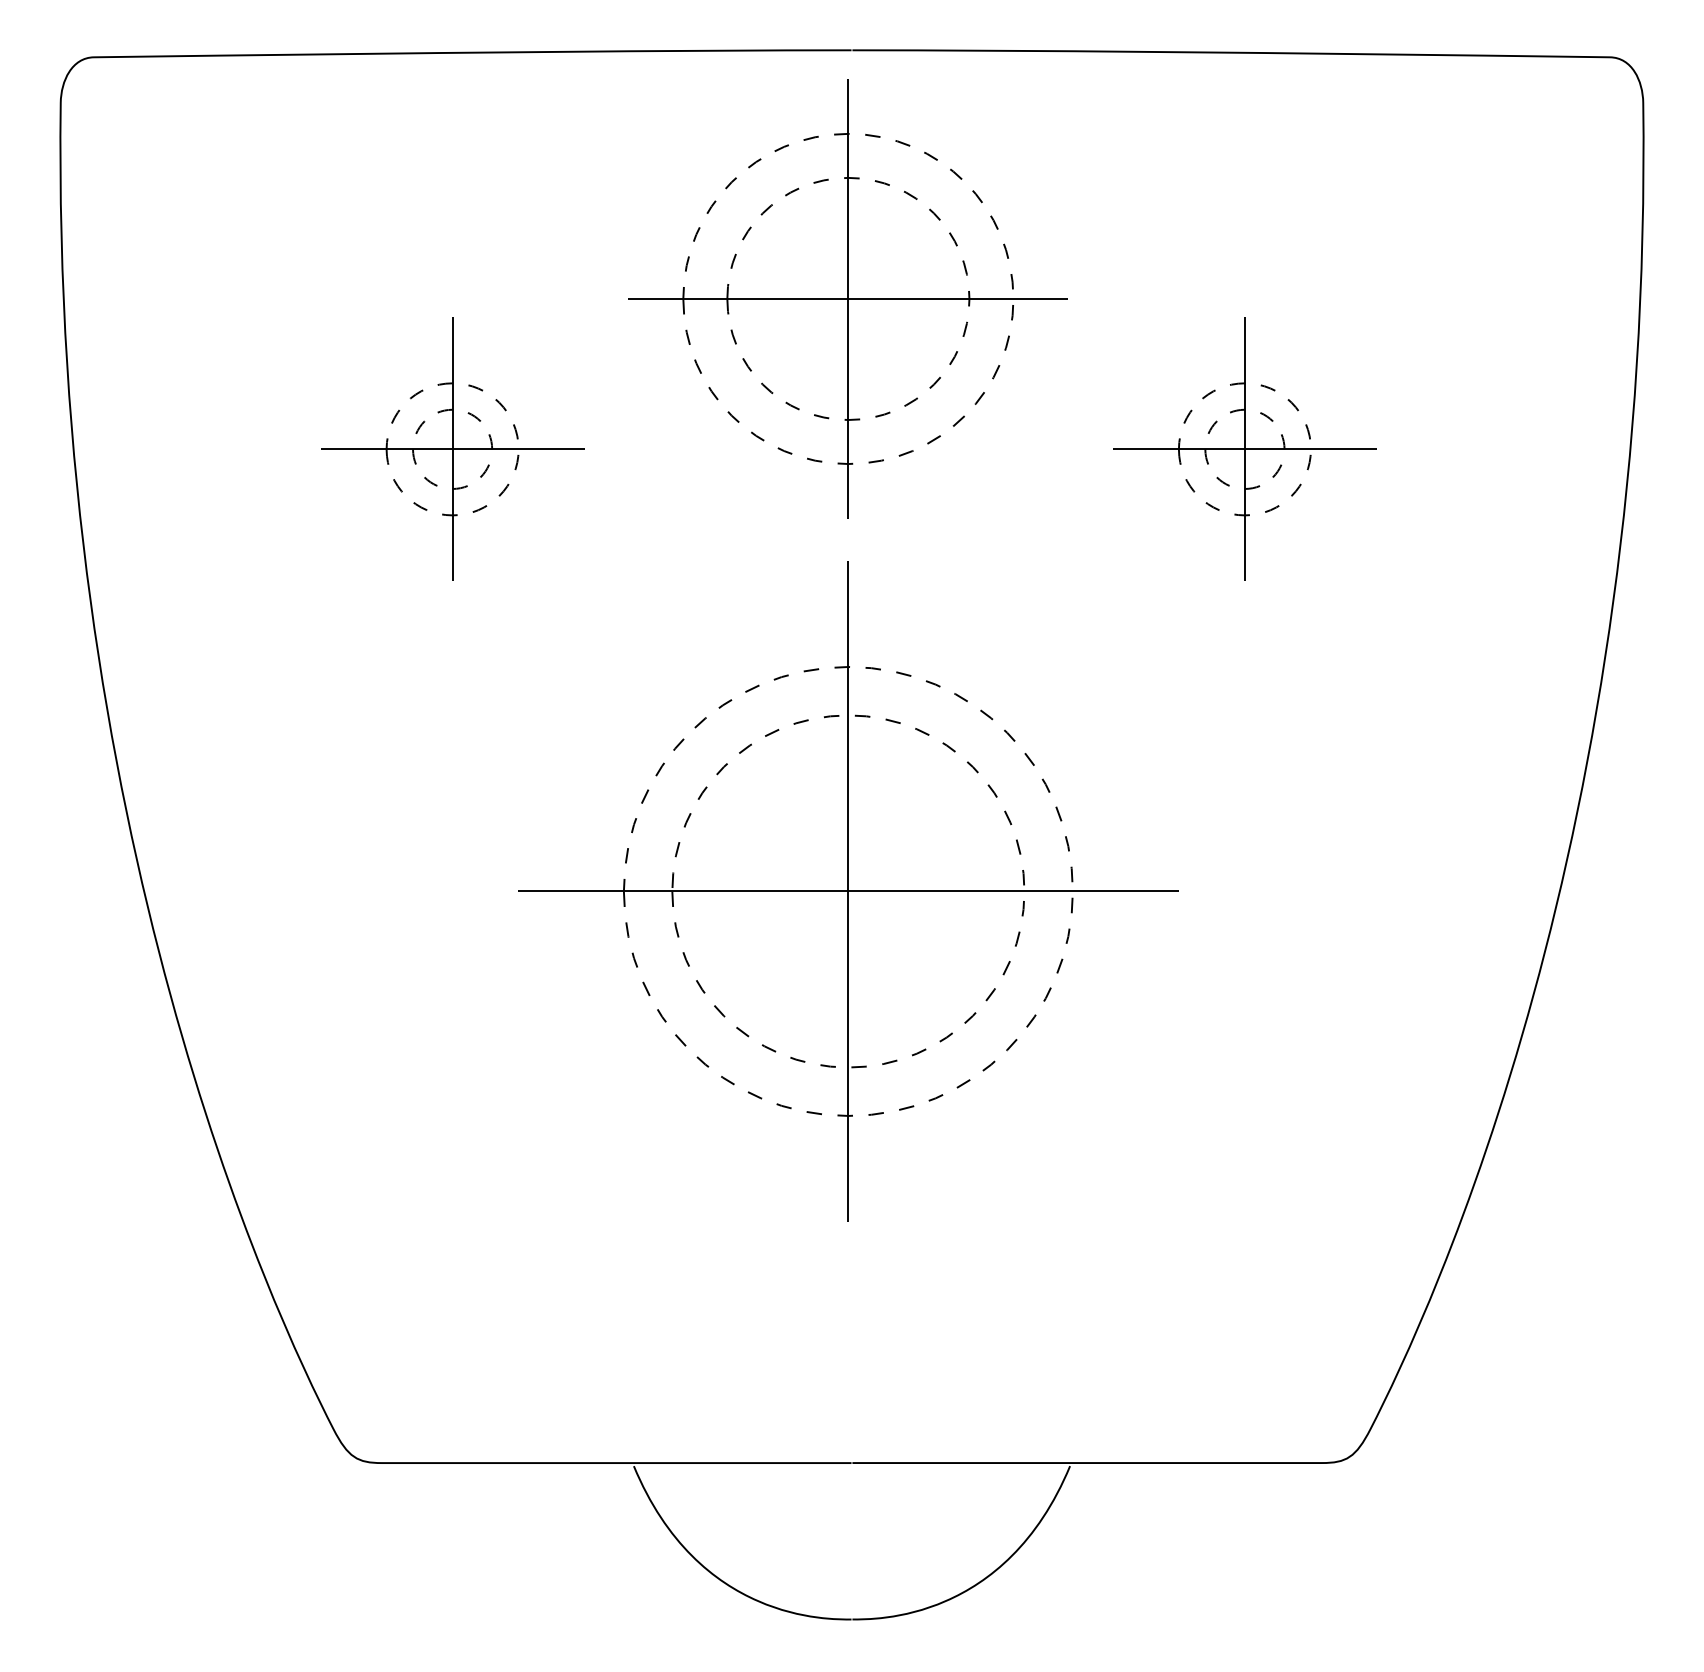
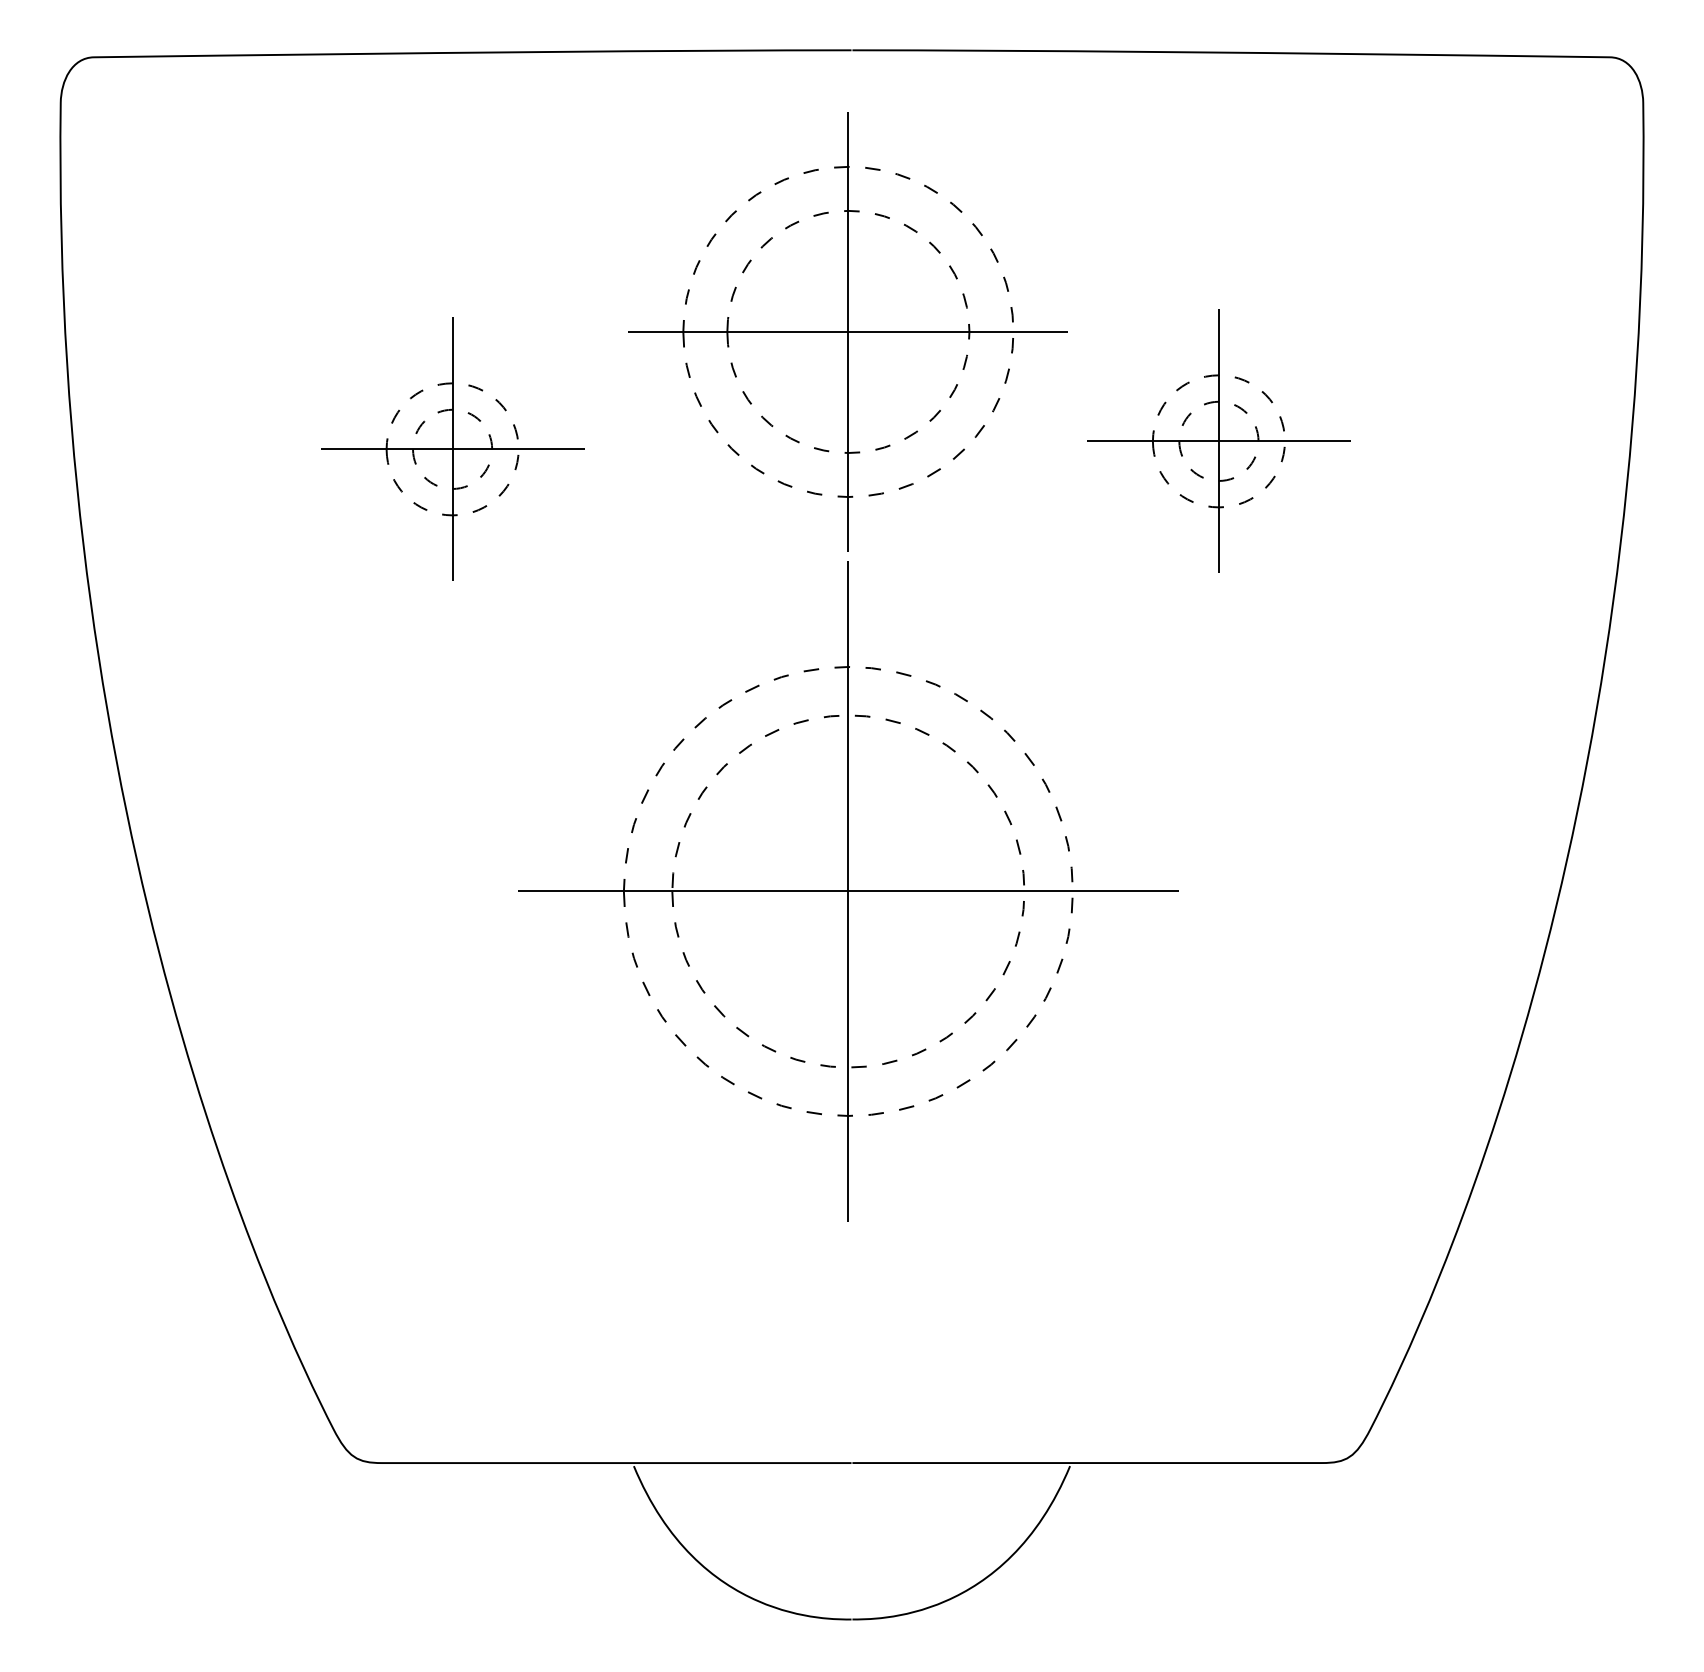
part at (847, 298) position: (847, 298) -> (847, 331)
part at (1244, 448) position: (1244, 448) -> (1218, 440)
